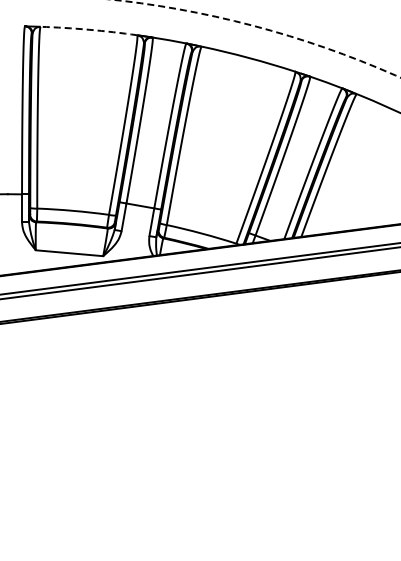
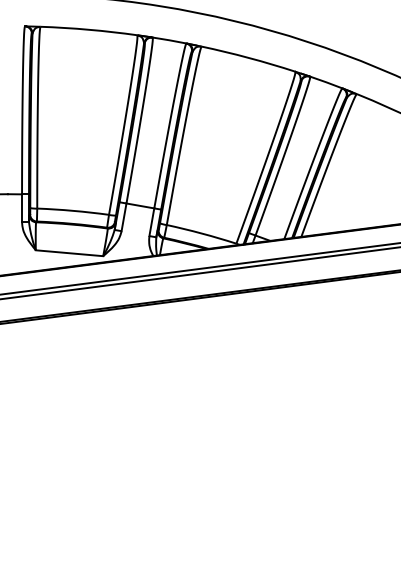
arc at (259, 27): dashed -> solid
arc at (89, 29): dashed -> solid
